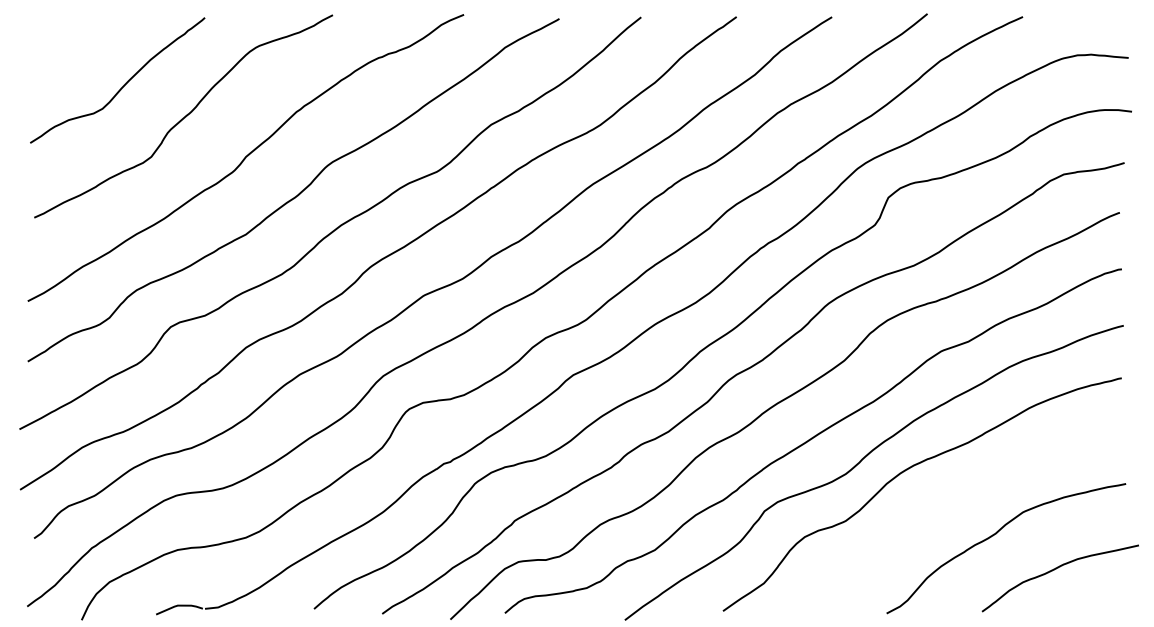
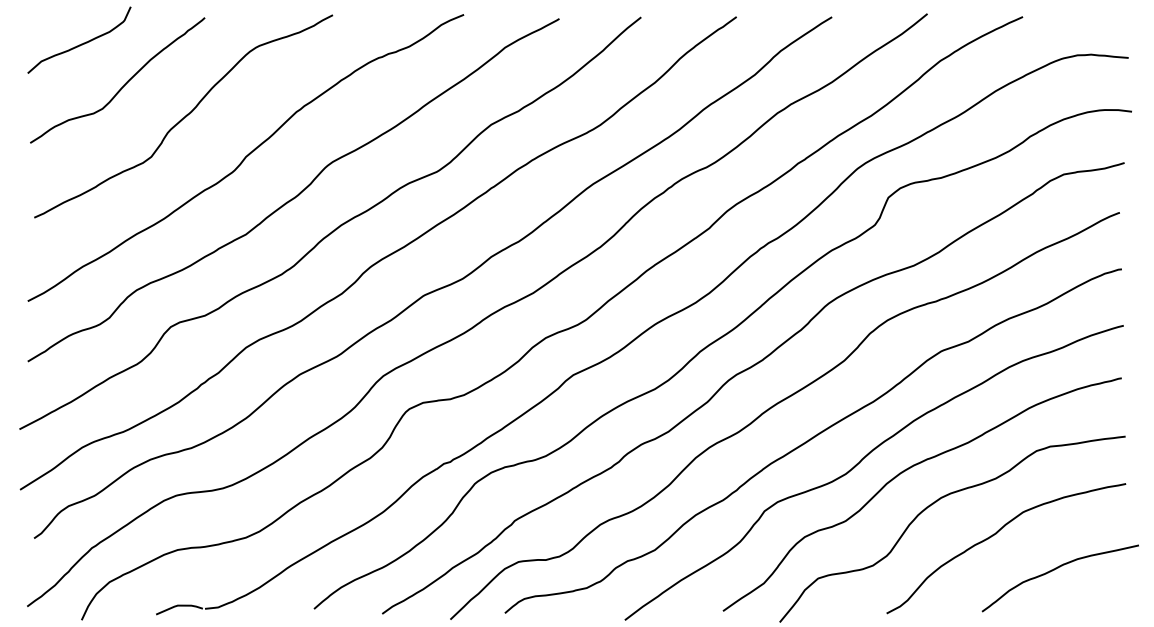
curve at (81, 43): none -> present
curve at (932, 505): none -> present
